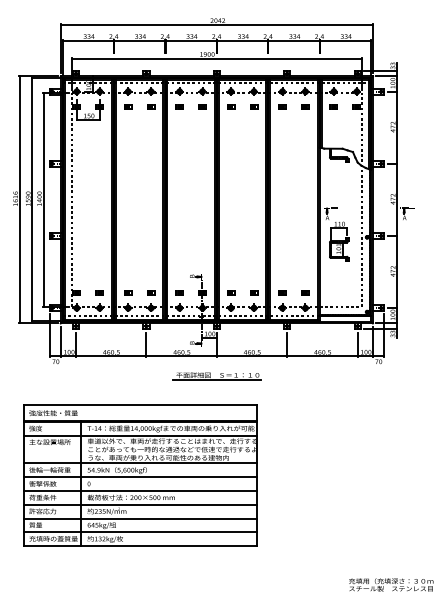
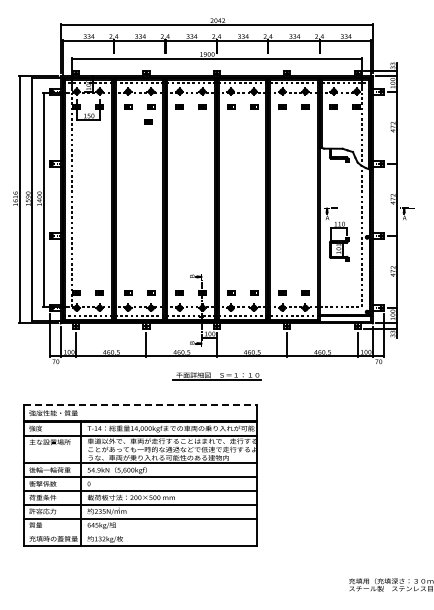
part at (148, 121): none -> present
line at (141, 405): solid -> dashed
line at (140, 532): present -> none
